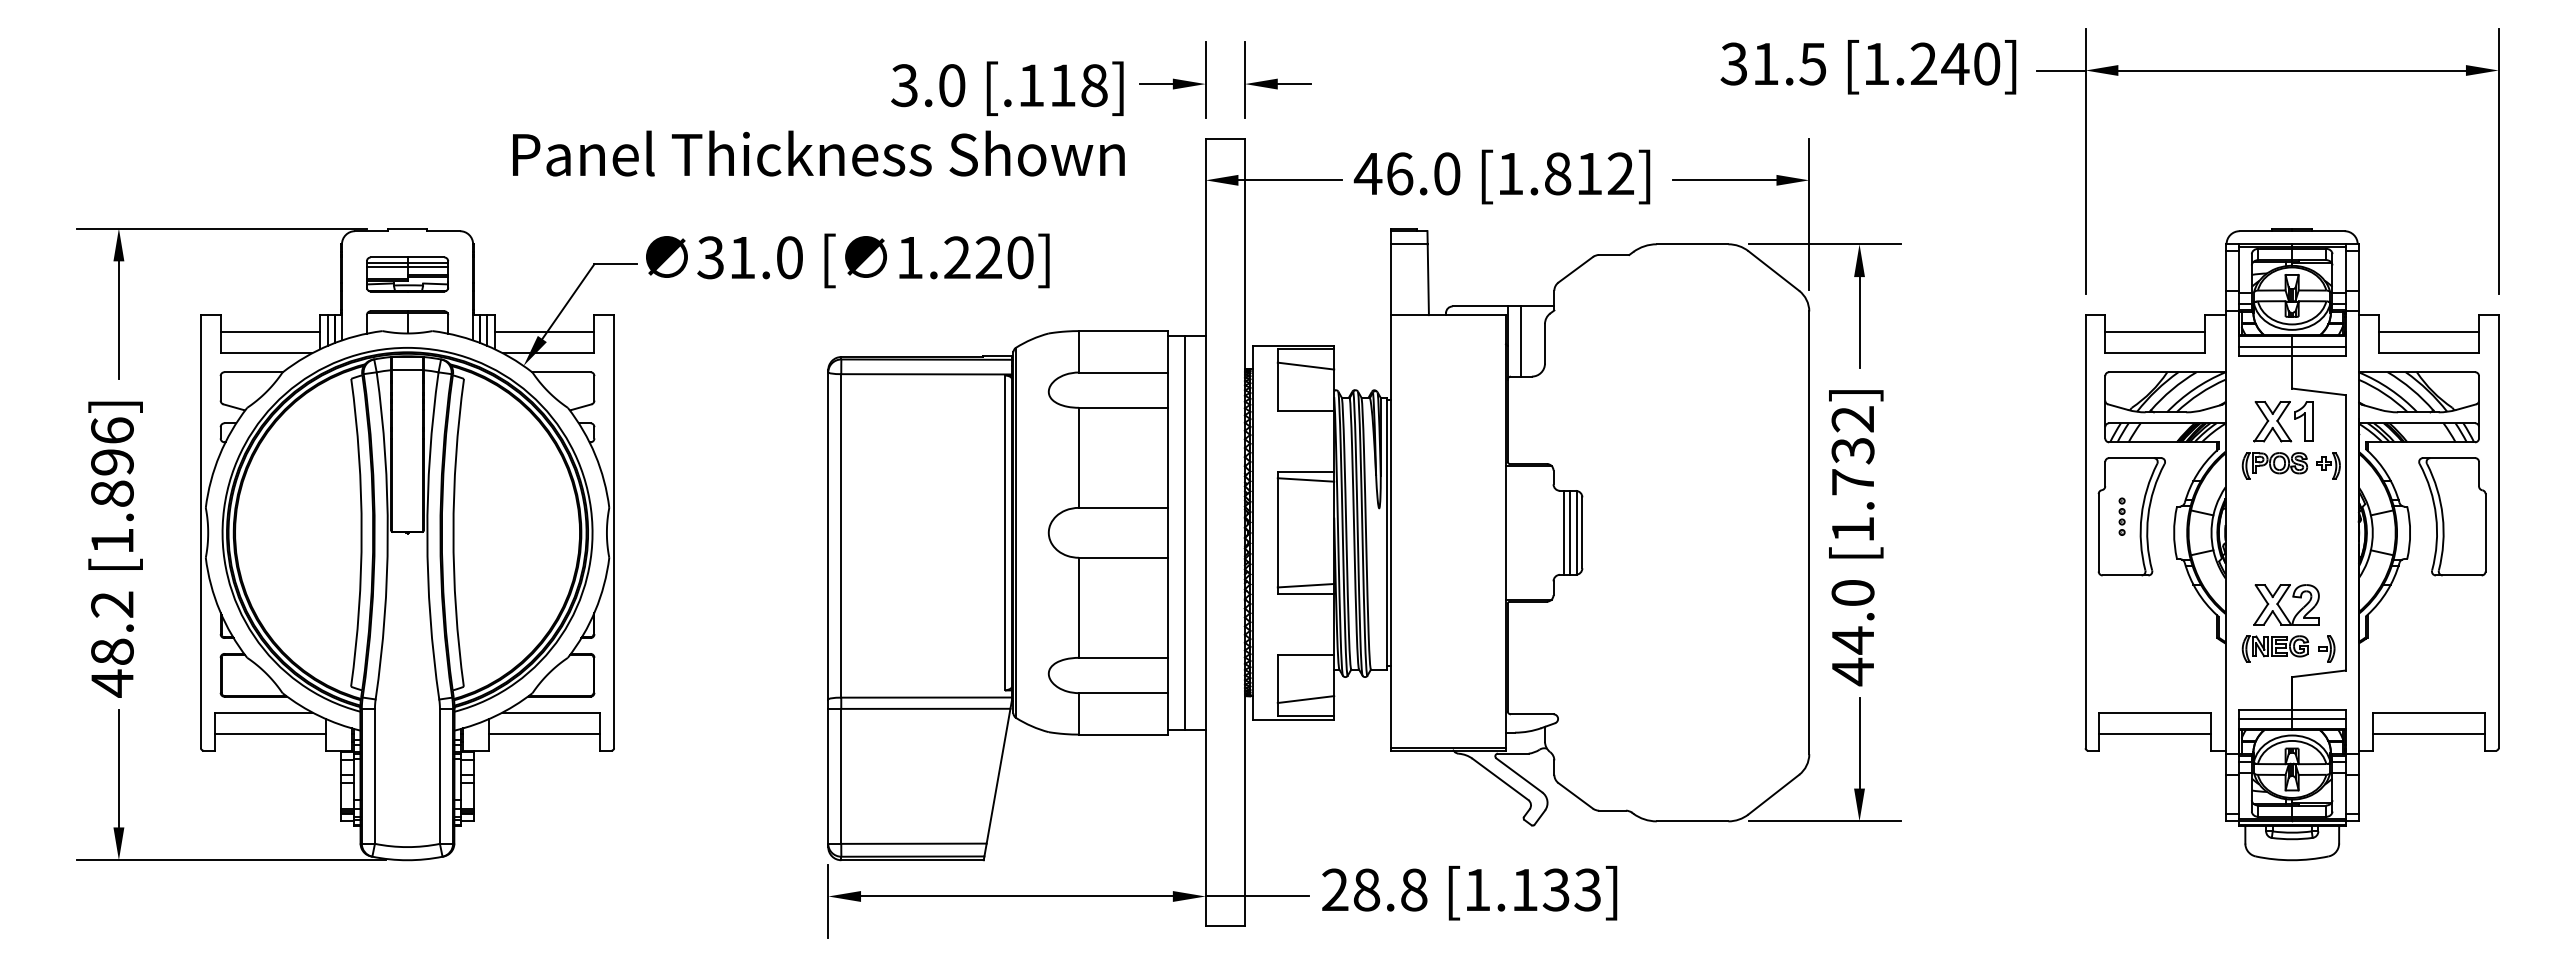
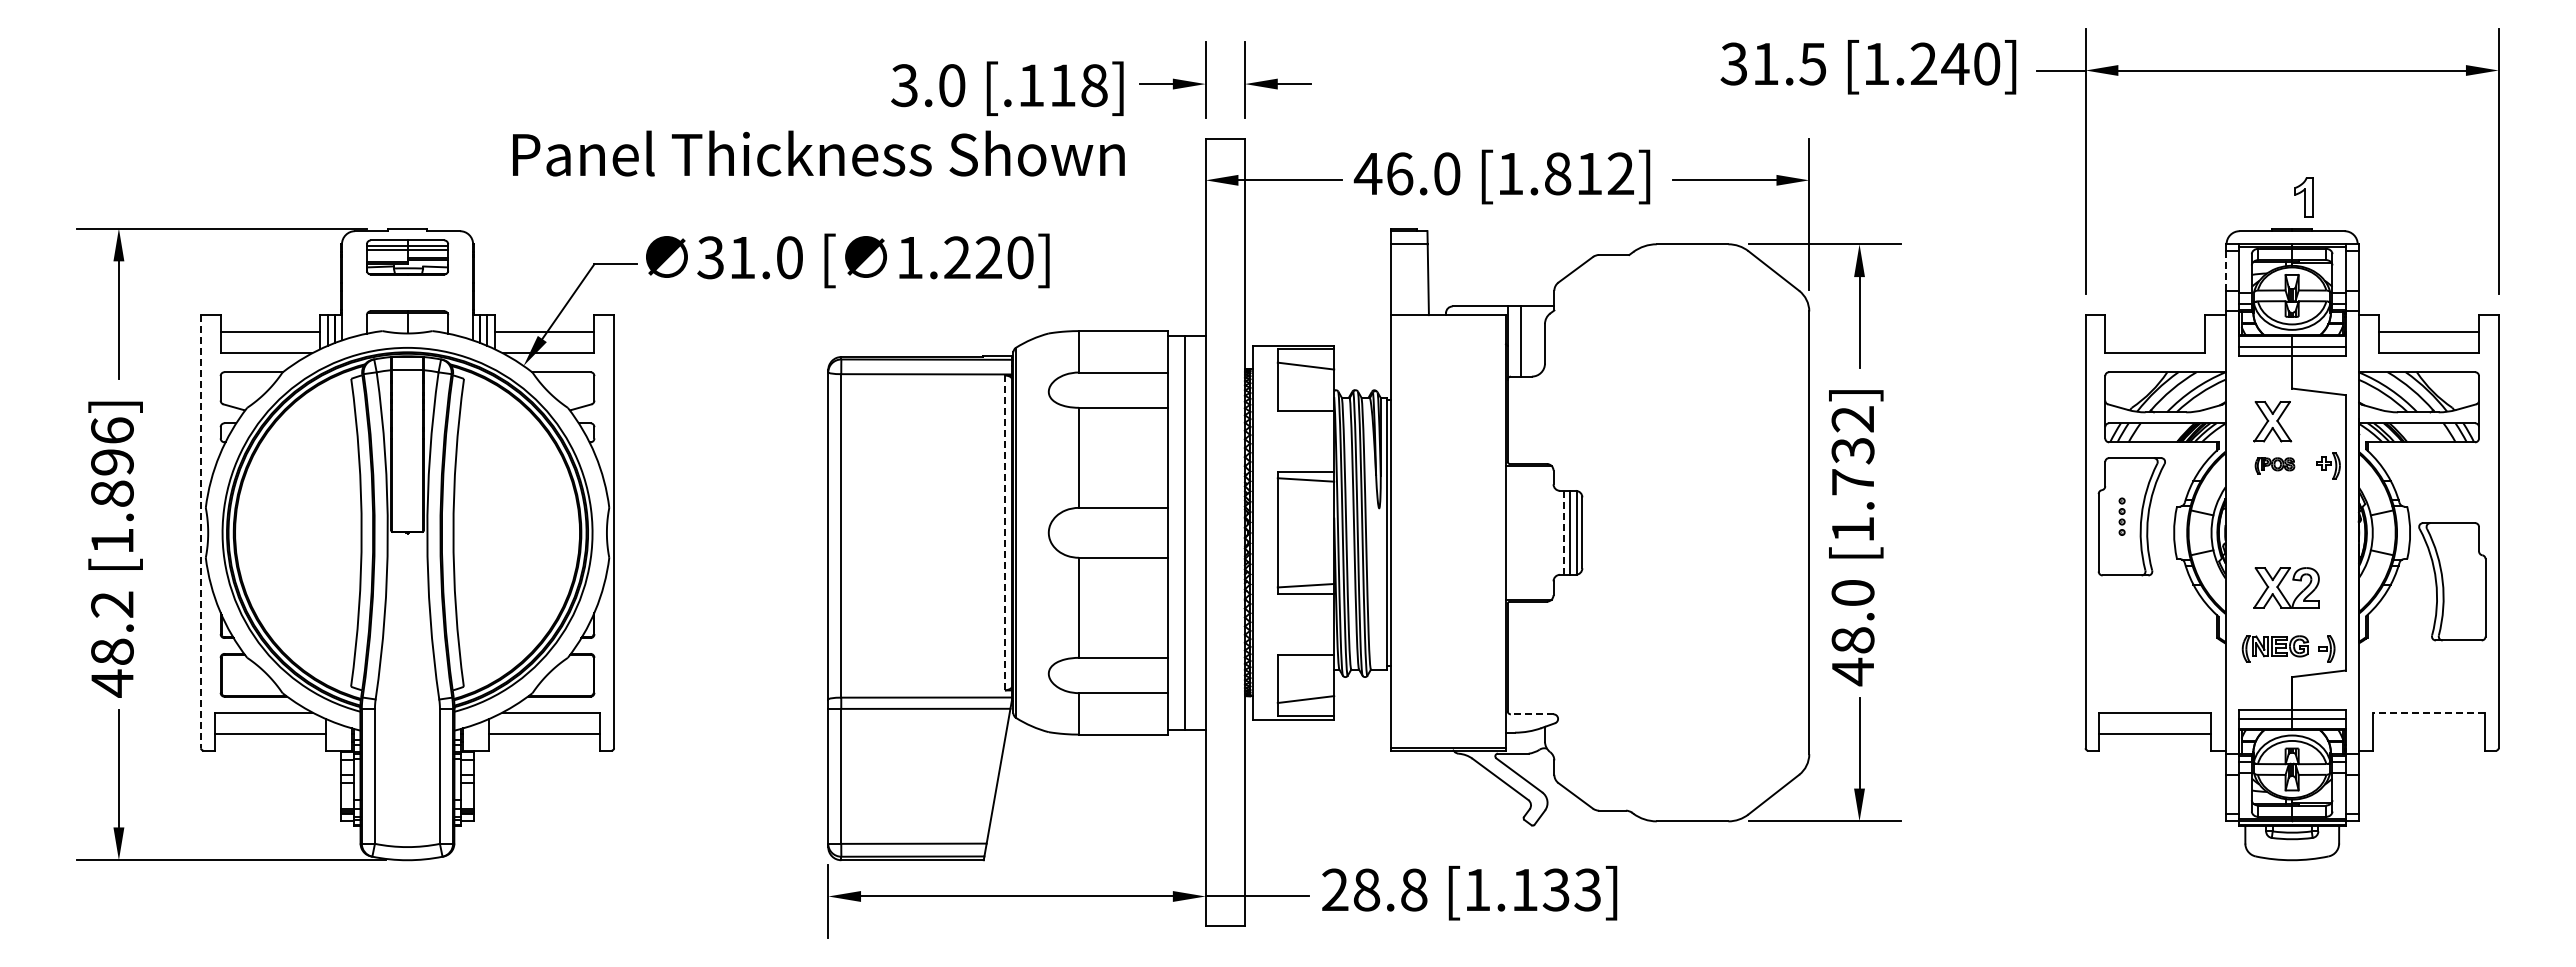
line at (2225, 271): solid -> dashed
part at (407, 274) position: (407, 274) -> (407, 257)
line at (2154, 332): present -> none
part at (2303, 421) position: (2303, 421) -> (2303, 197)
part at (2274, 465) size: 68x28 px -> 42x18 px
part at (2452, 516) position: (2452, 516) -> (2452, 581)
line at (200, 531): solid -> dashed
line at (1004, 532): solid -> dashed
line at (1563, 532): solid -> dashed
part at (2280, 606) position: (2280, 606) -> (2280, 589)
text at (1852, 640): 44.0 -> 48.0
line at (2429, 712): solid -> dashed
line at (1531, 714): solid -> dashed
line at (2428, 733): present -> none
